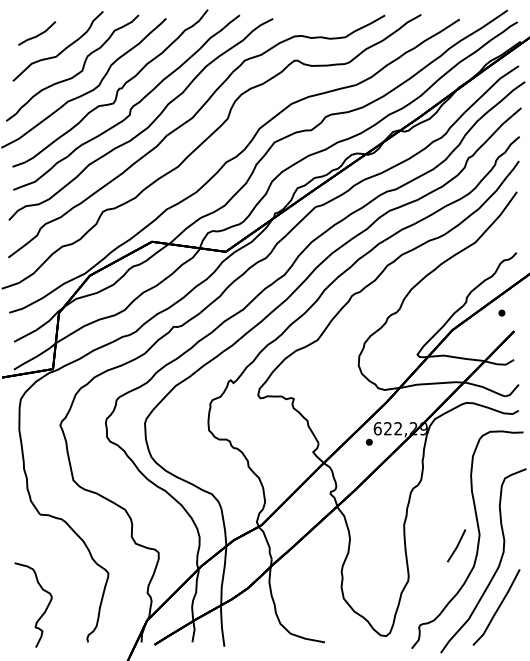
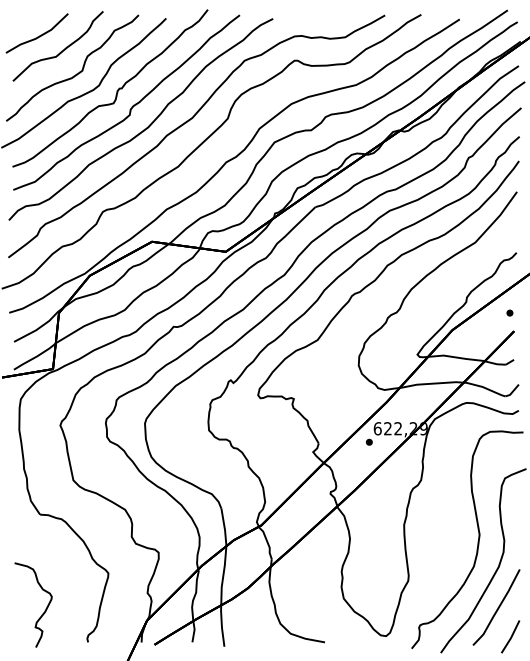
part at (37, 33) size: 39x25 px -> 64x41 px
part at (501, 312) position: (501, 312) -> (509, 312)
line at (456, 545) position: (456, 545) -> (510, 636)
